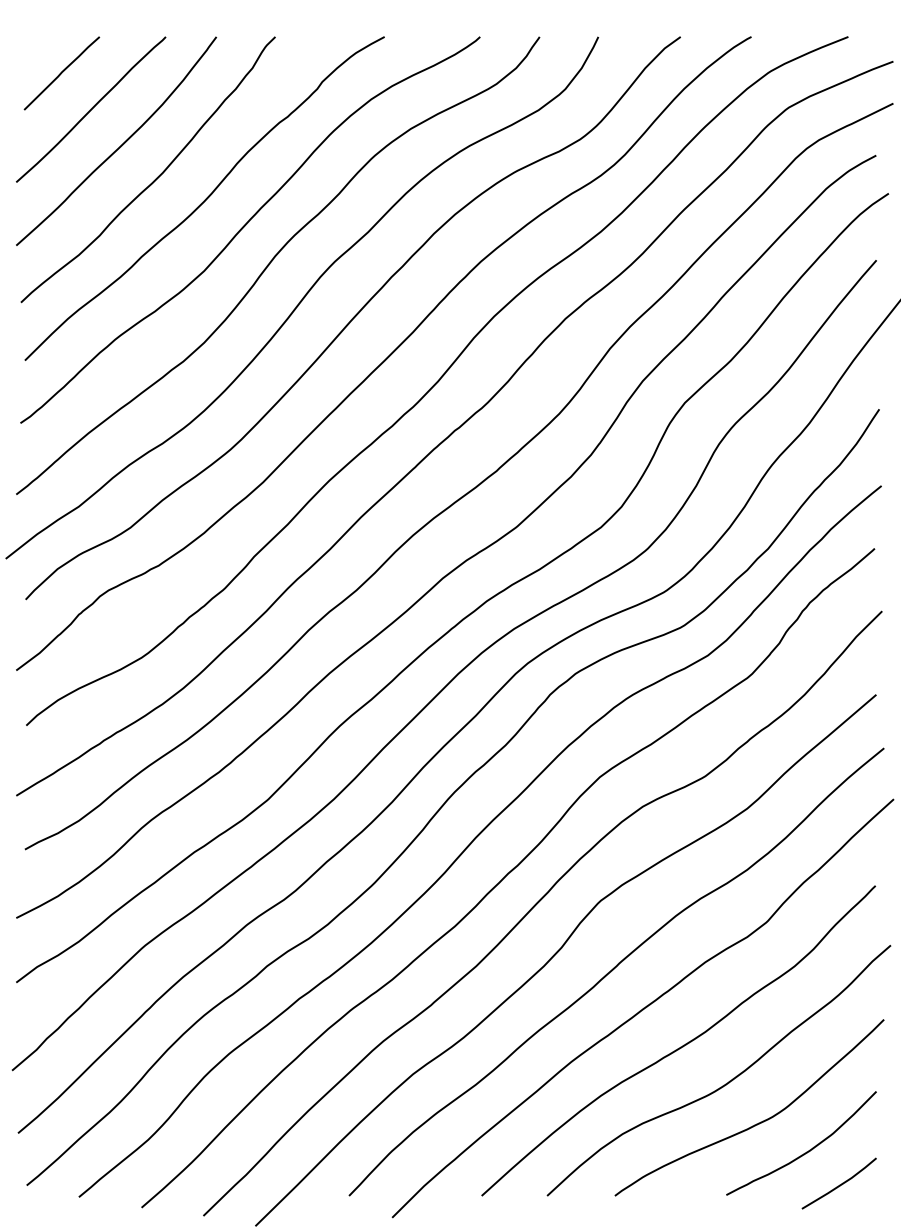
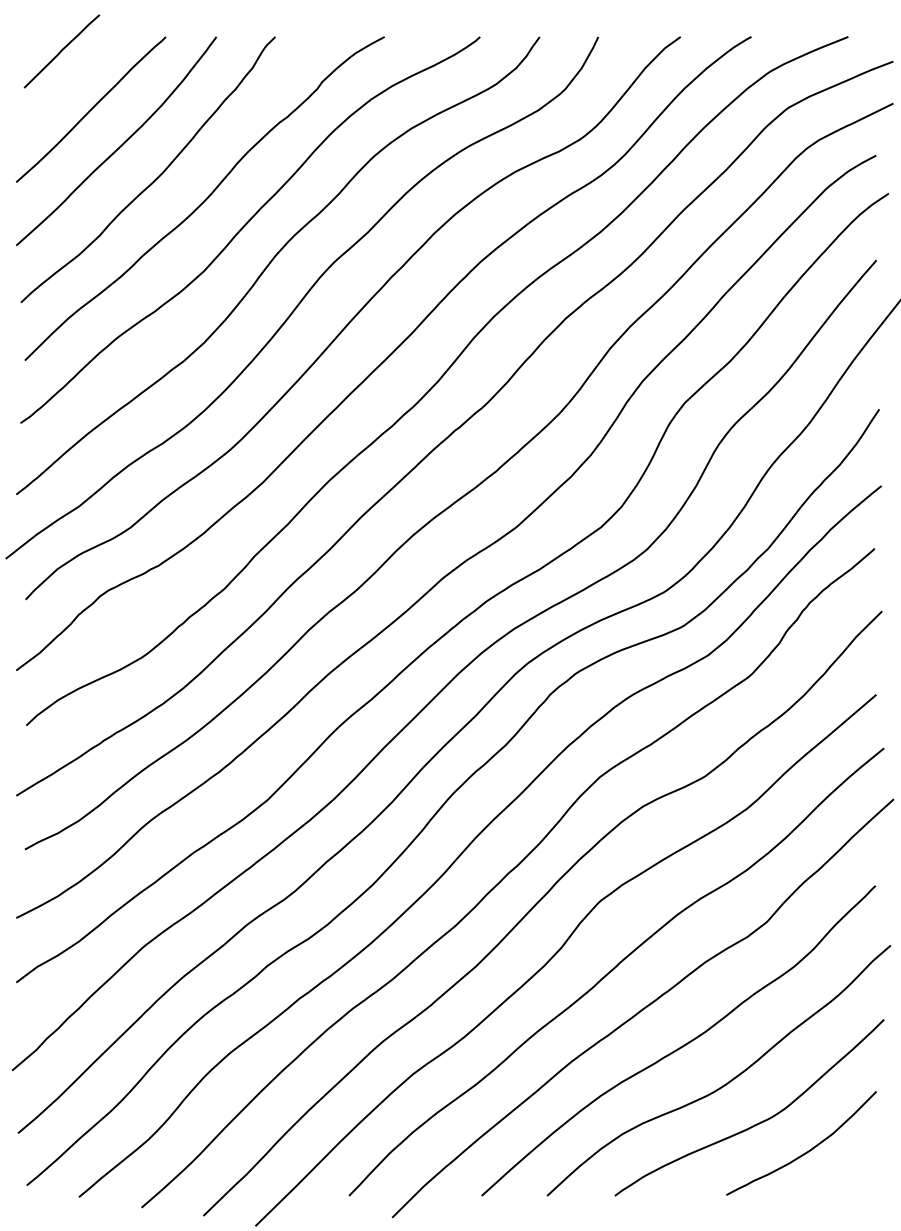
line at (61, 73) position: (61, 73) -> (61, 51)
line at (839, 1184): present -> none
